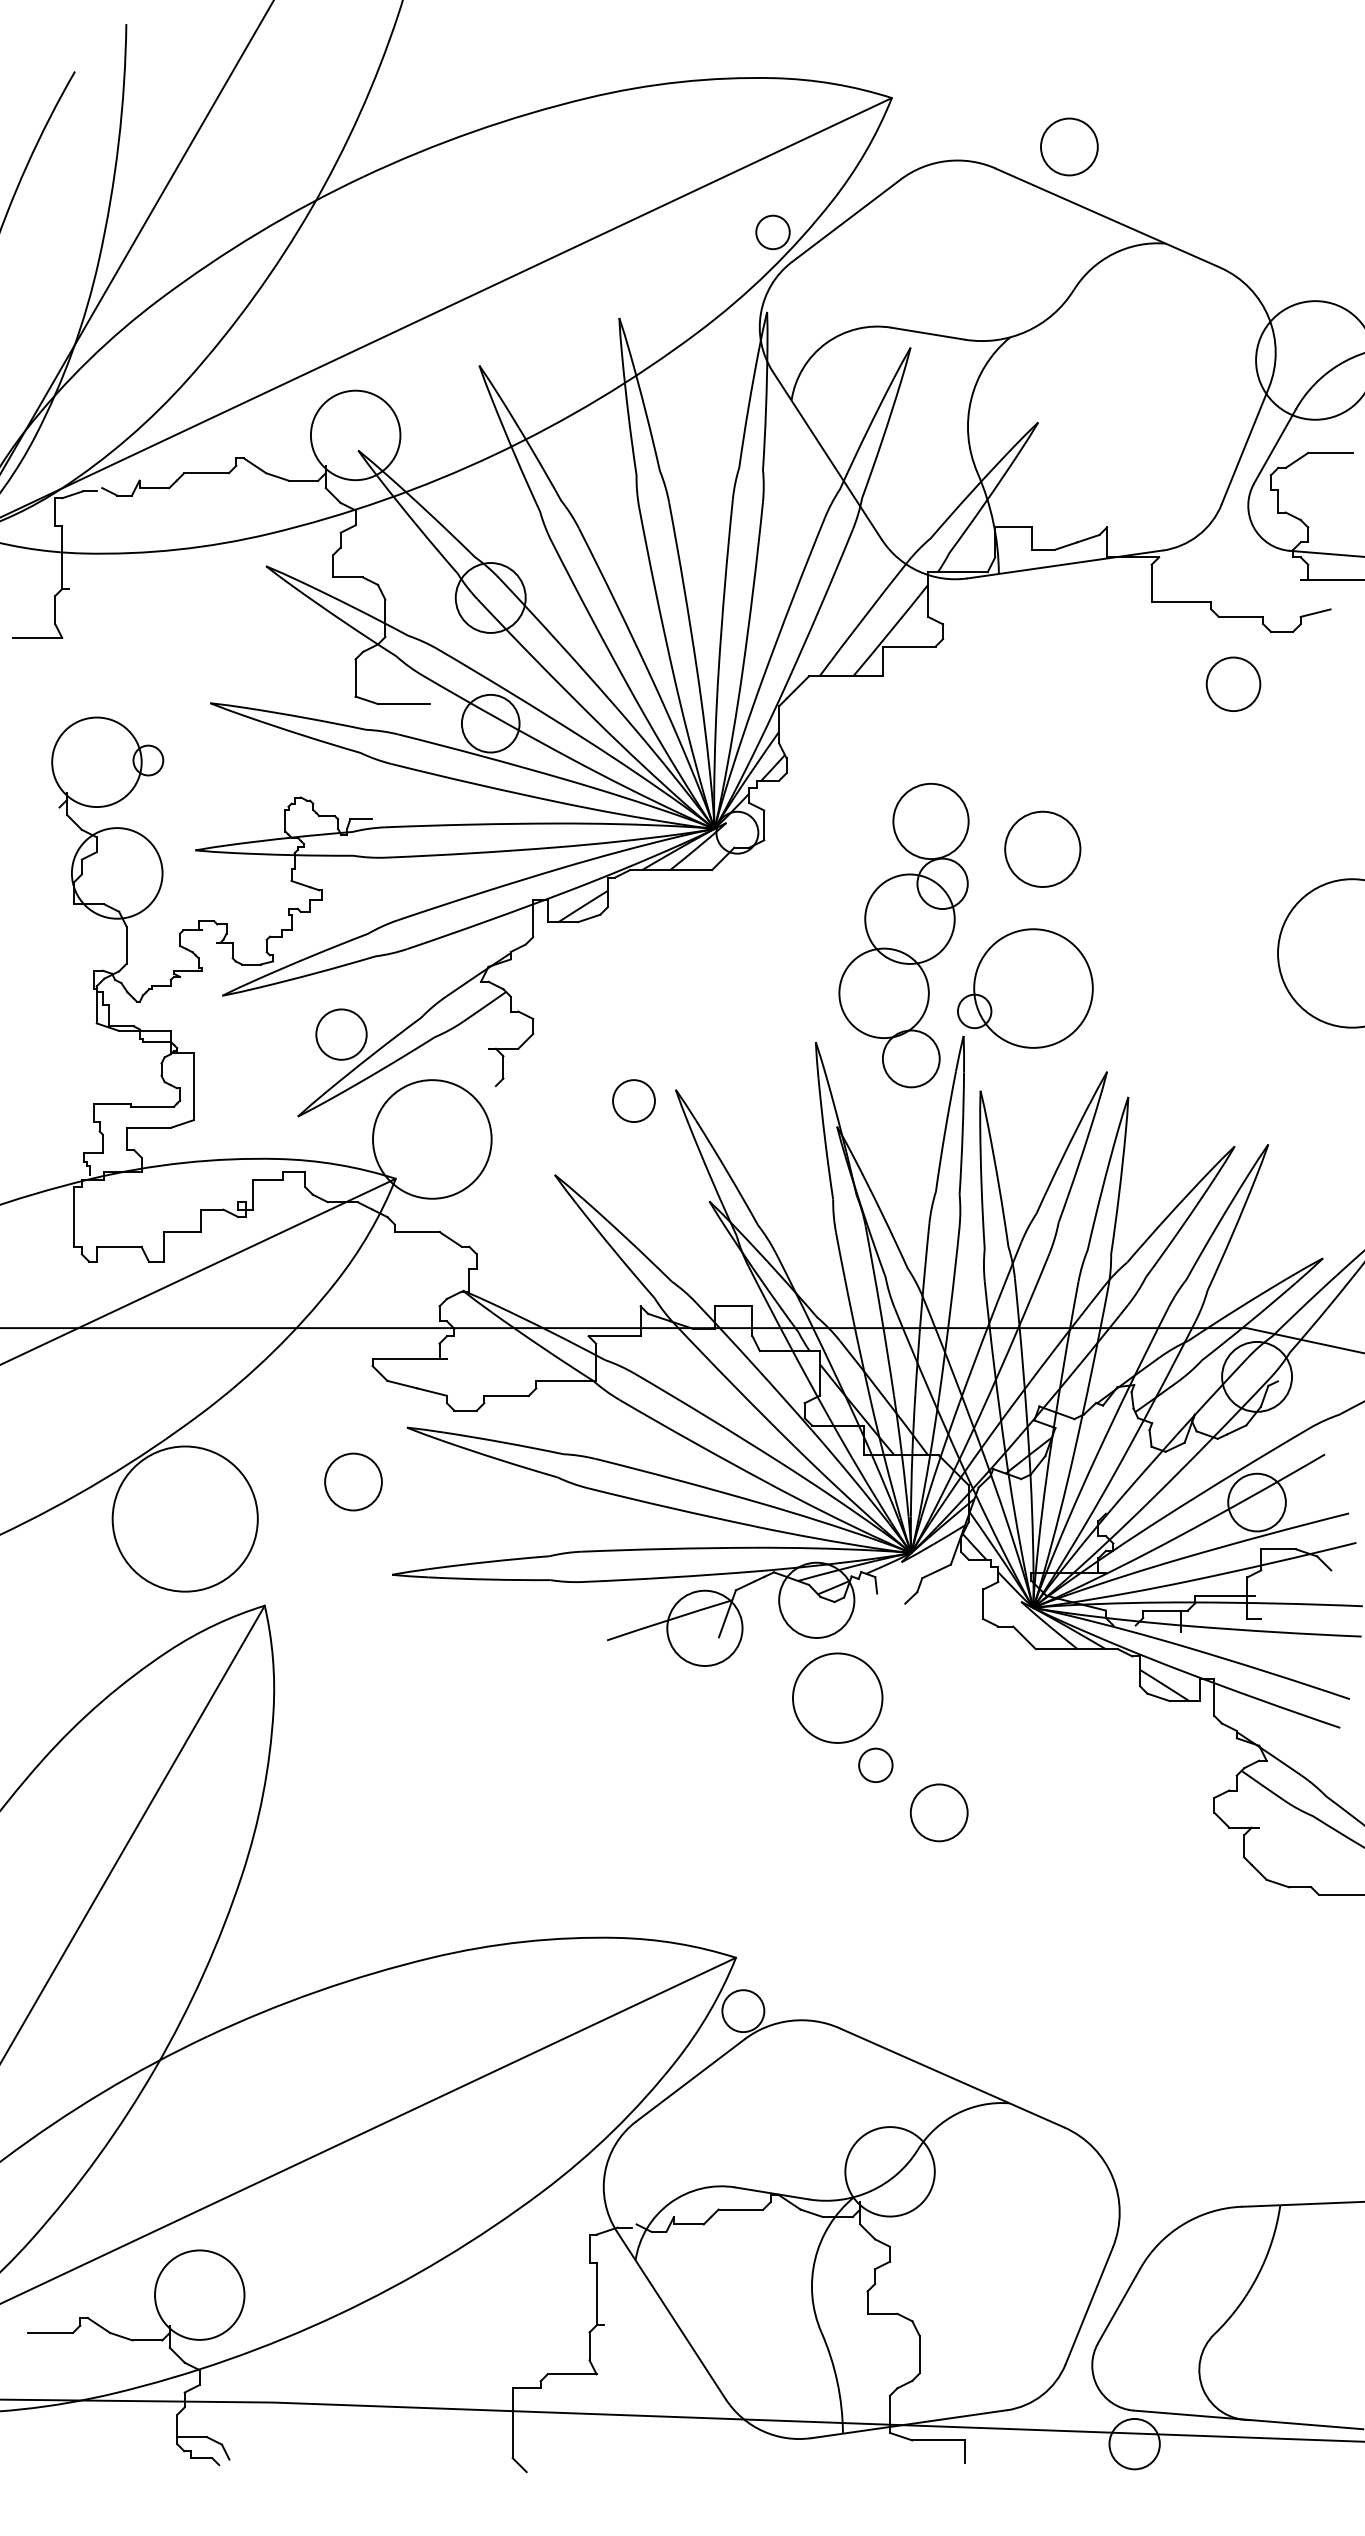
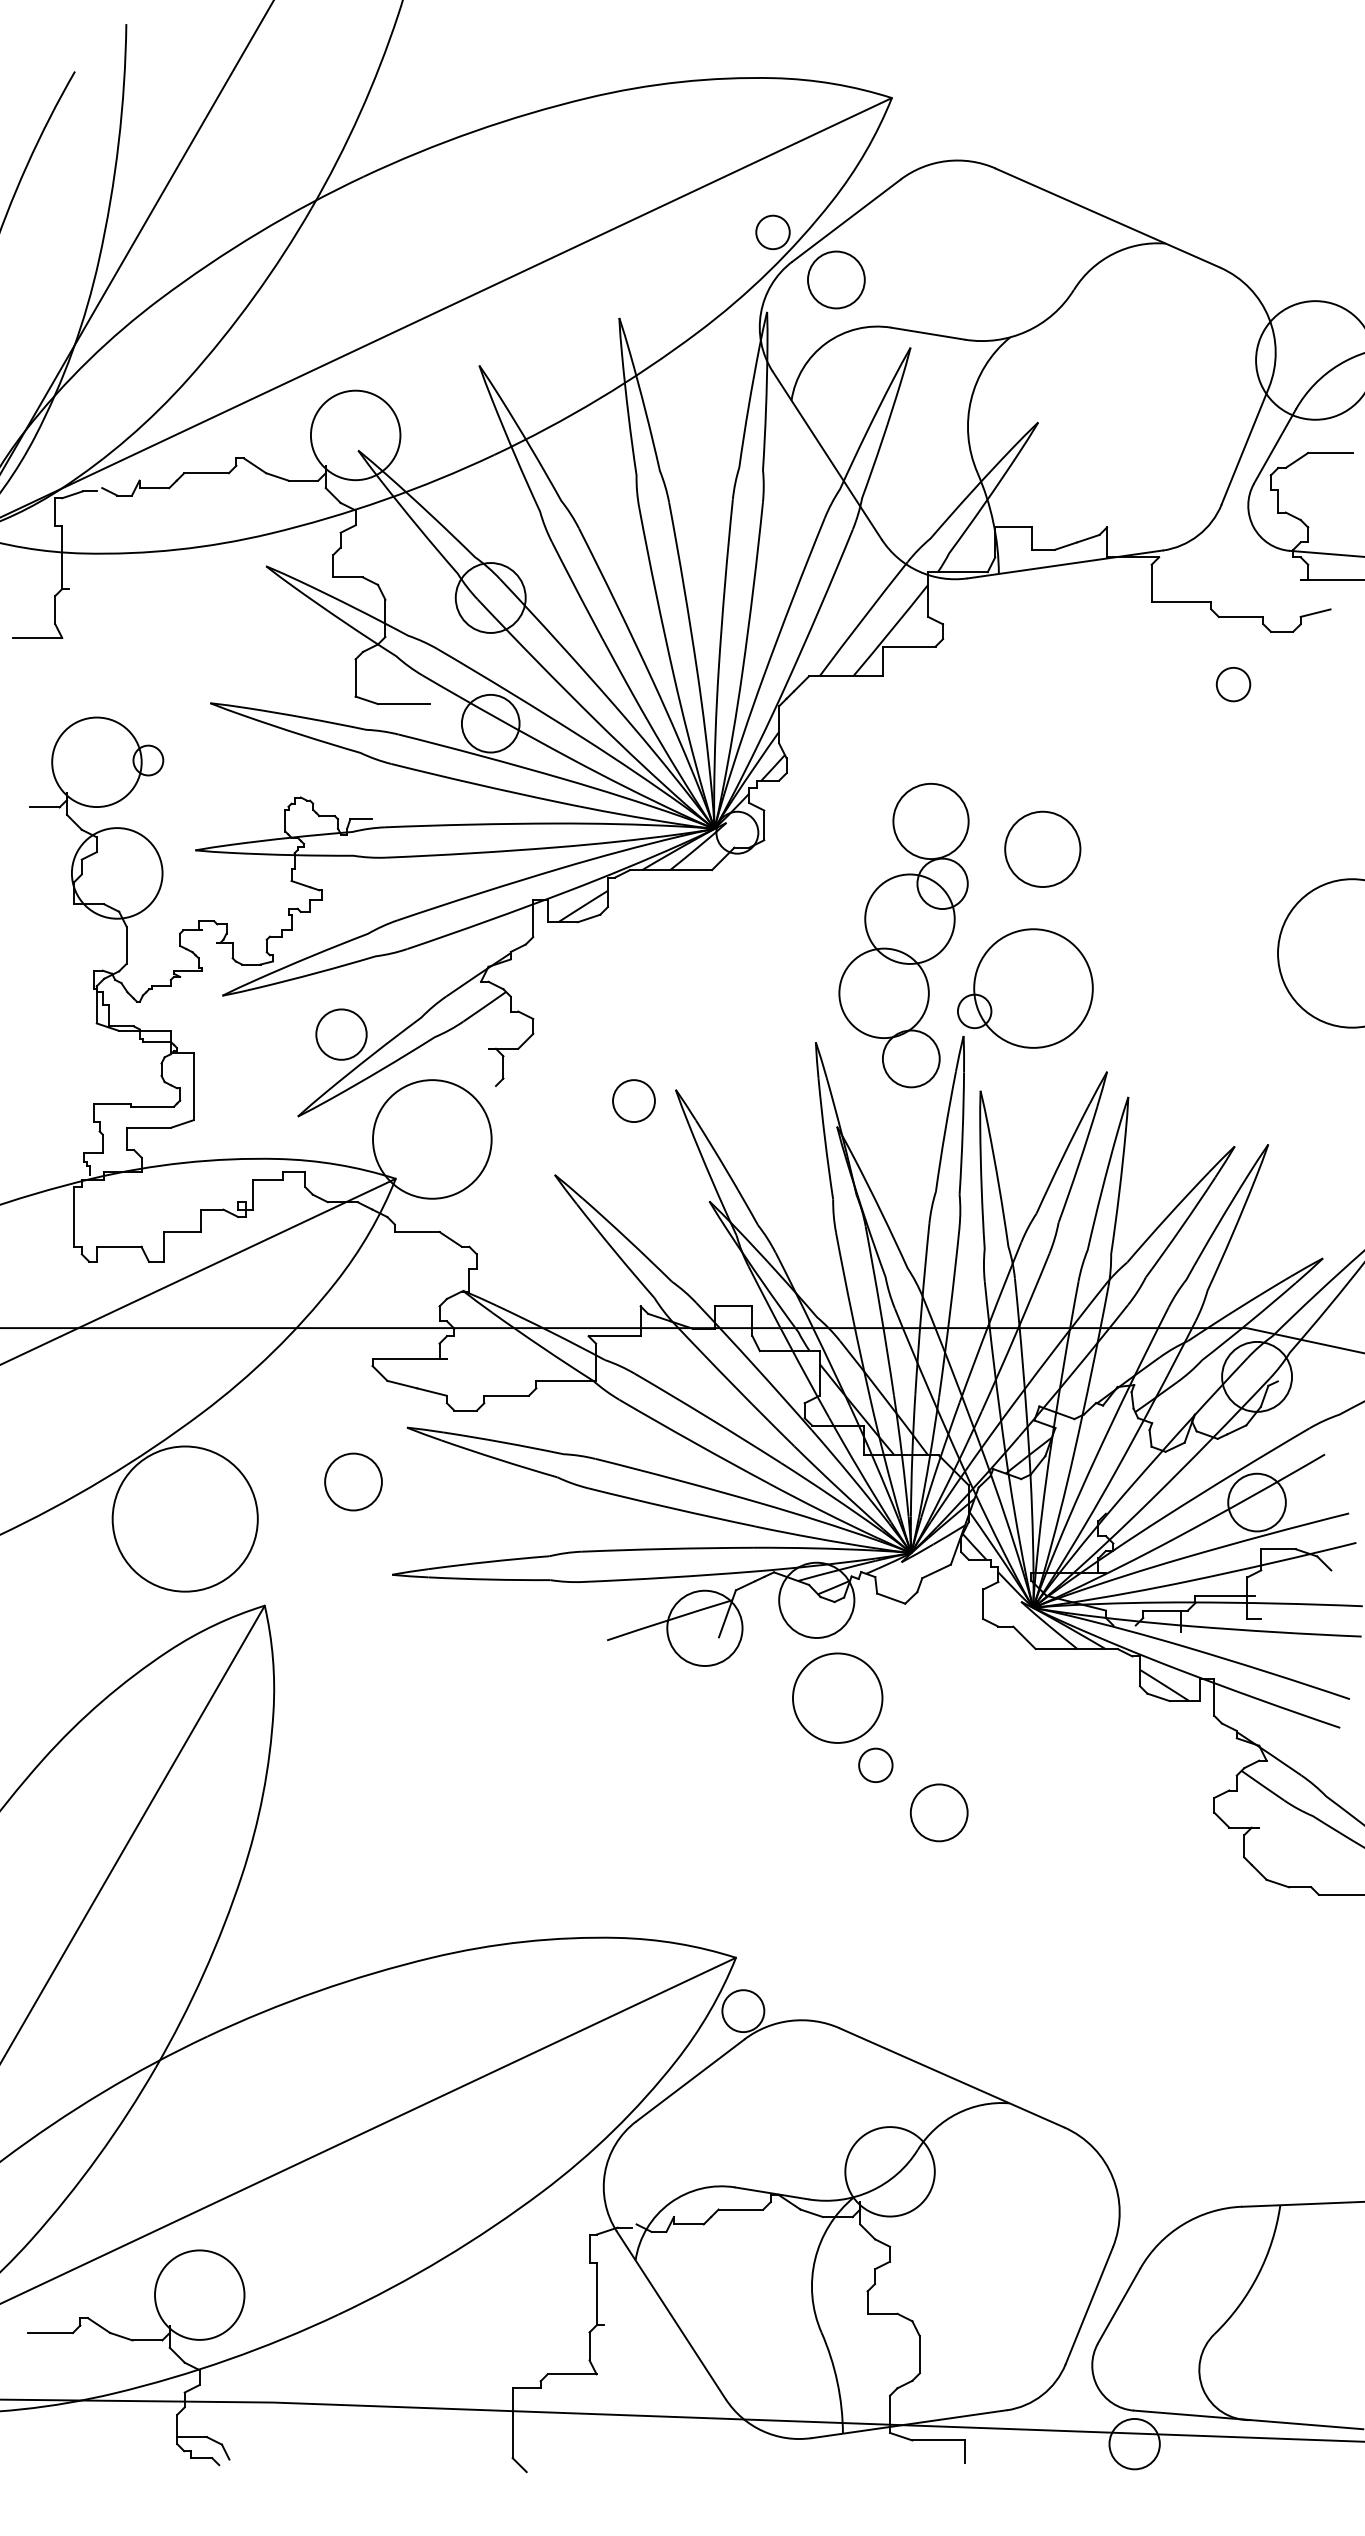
circle at (1069, 146) position: (1069, 146) -> (836, 279)
circle at (1233, 683) size: 57x56 px -> 37x36 px
line at (44, 807): none -> present
line at (891, 1598): none -> present
